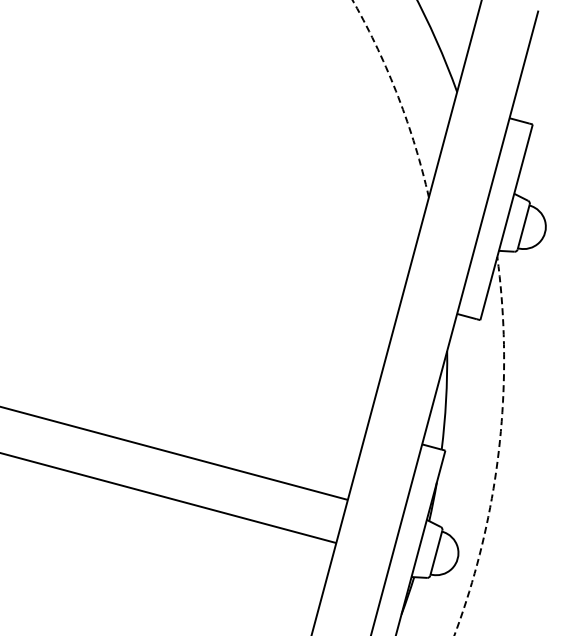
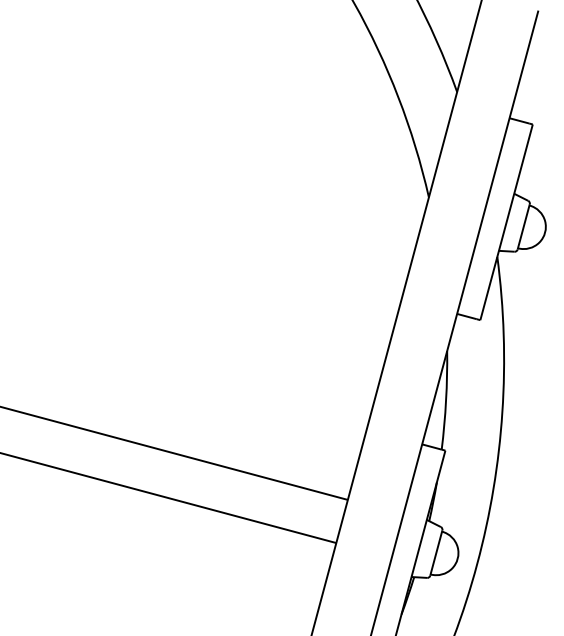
line at (397, 95): dashed -> solid
line at (498, 449): dashed -> solid
